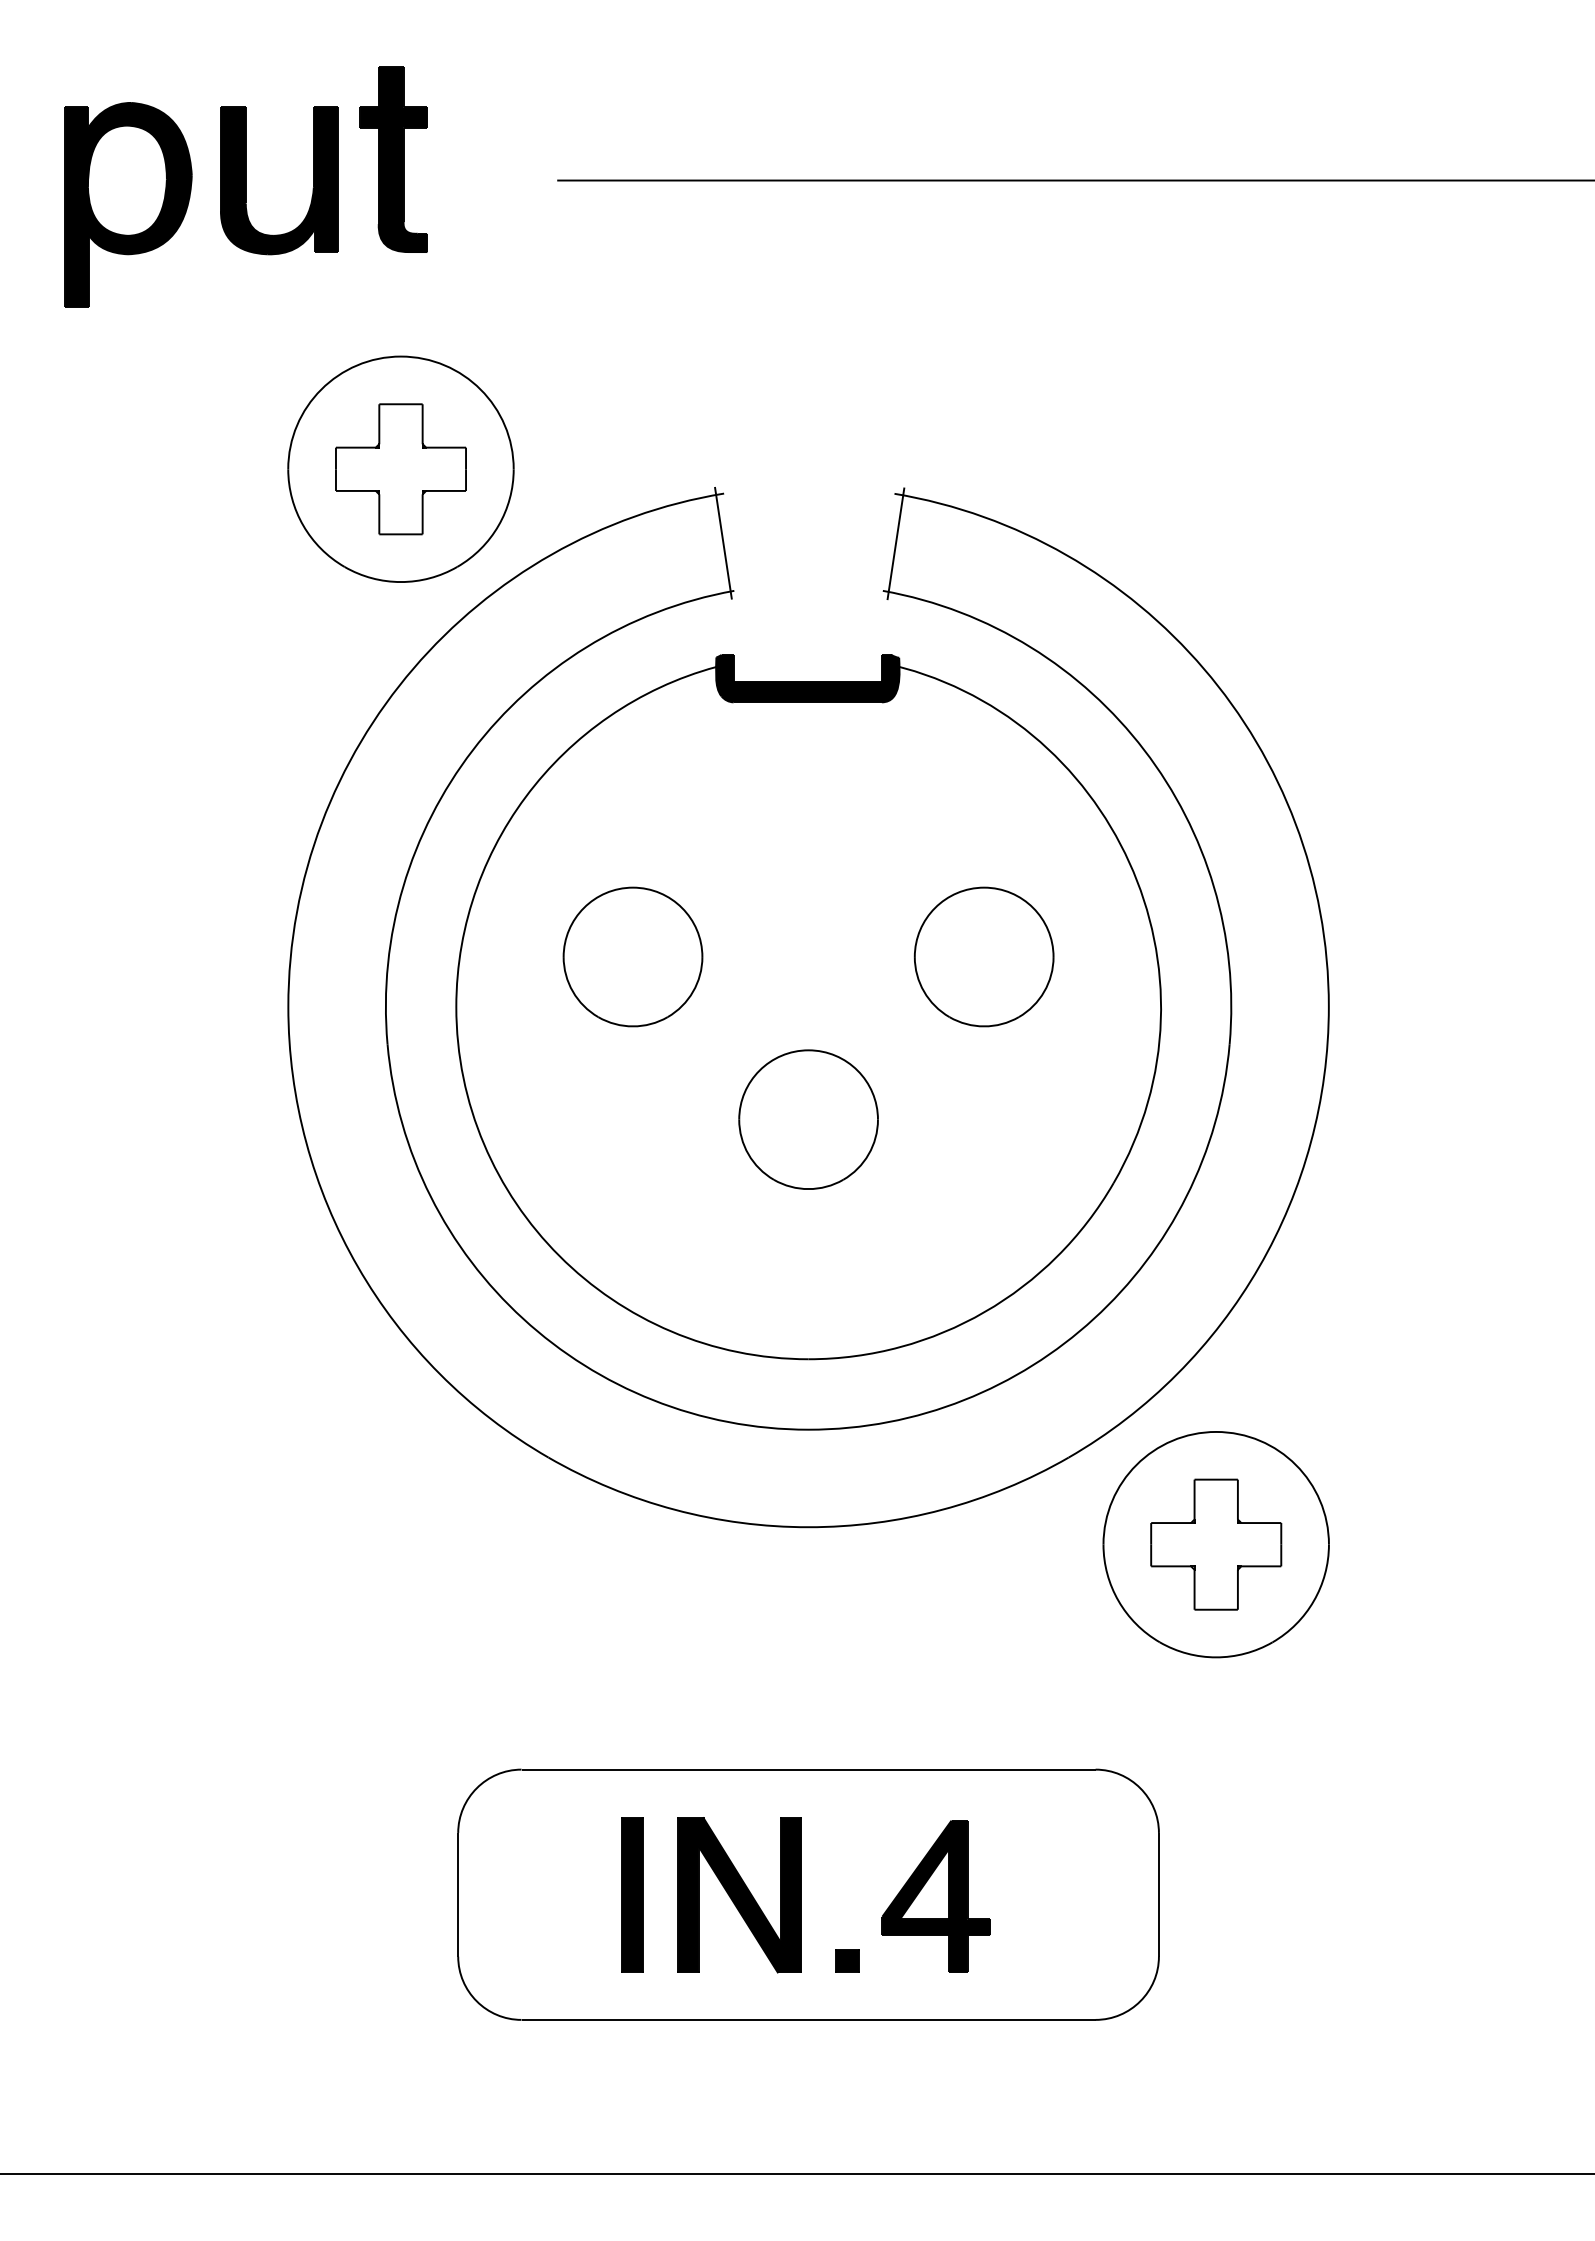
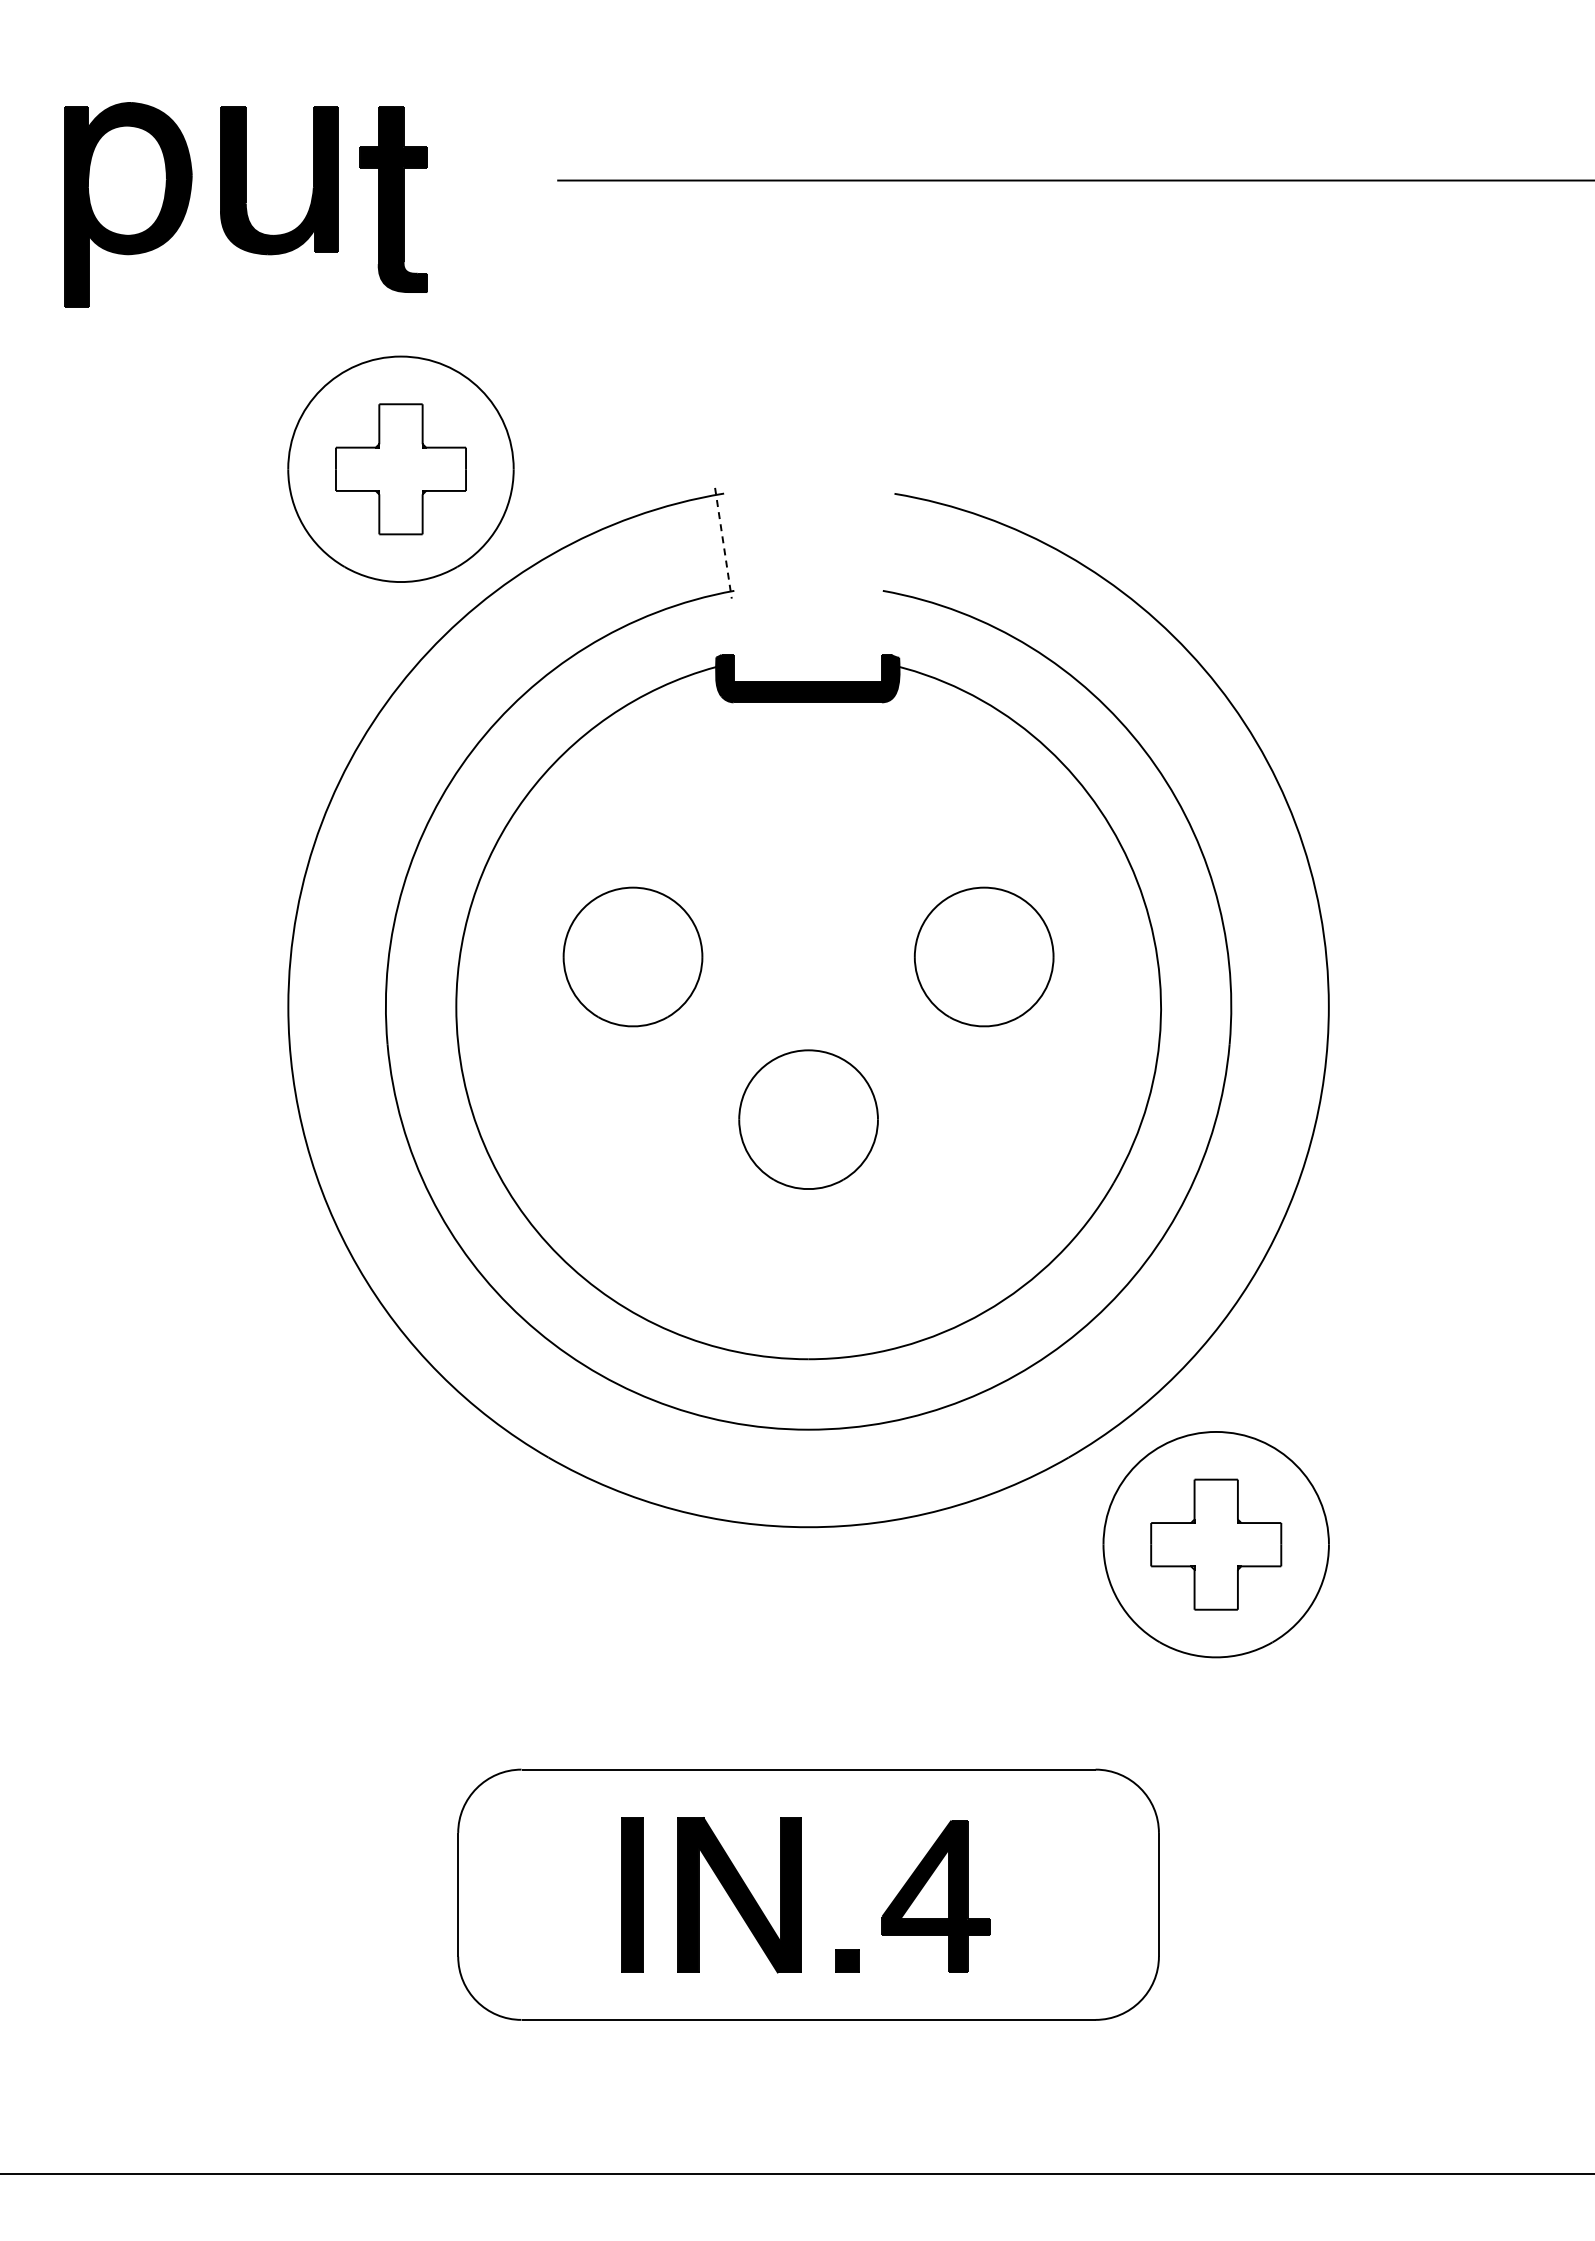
part at (393, 159) position: (393, 159) -> (393, 199)
line at (723, 543): solid -> dashed
line at (895, 543): present -> none
